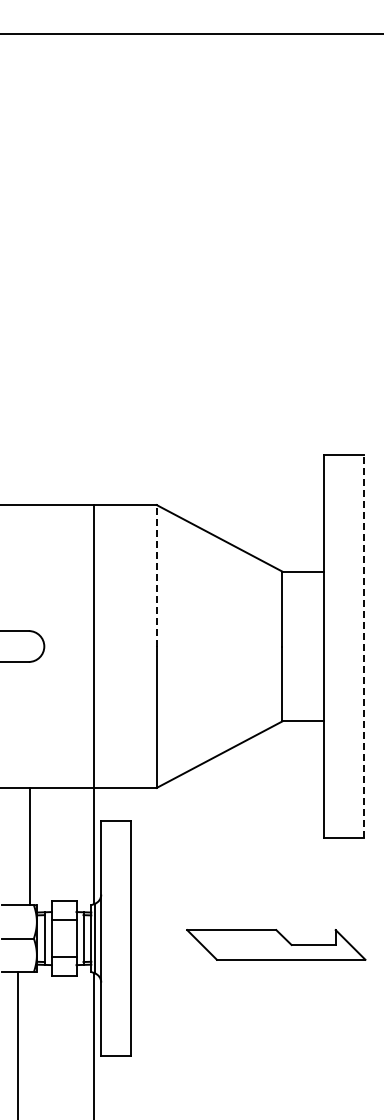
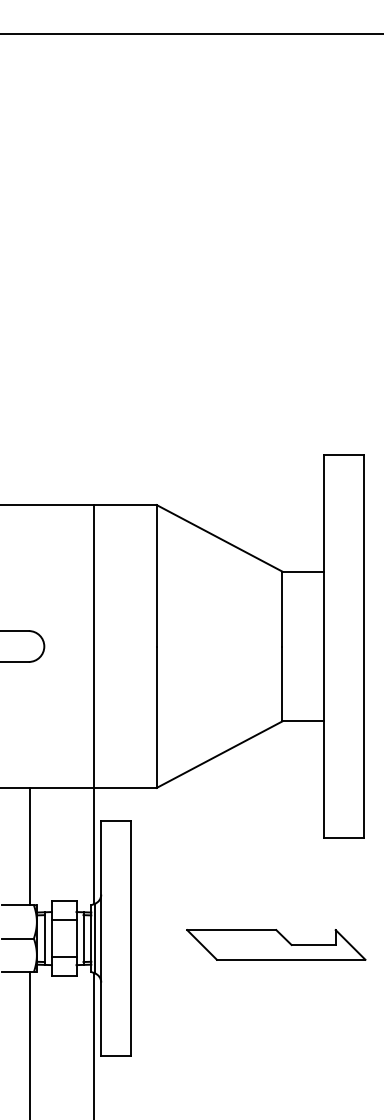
line at (156, 575): dashed -> solid
line at (363, 646): dashed -> solid
line at (18, 1044) position: (18, 1044) -> (30, 1044)
